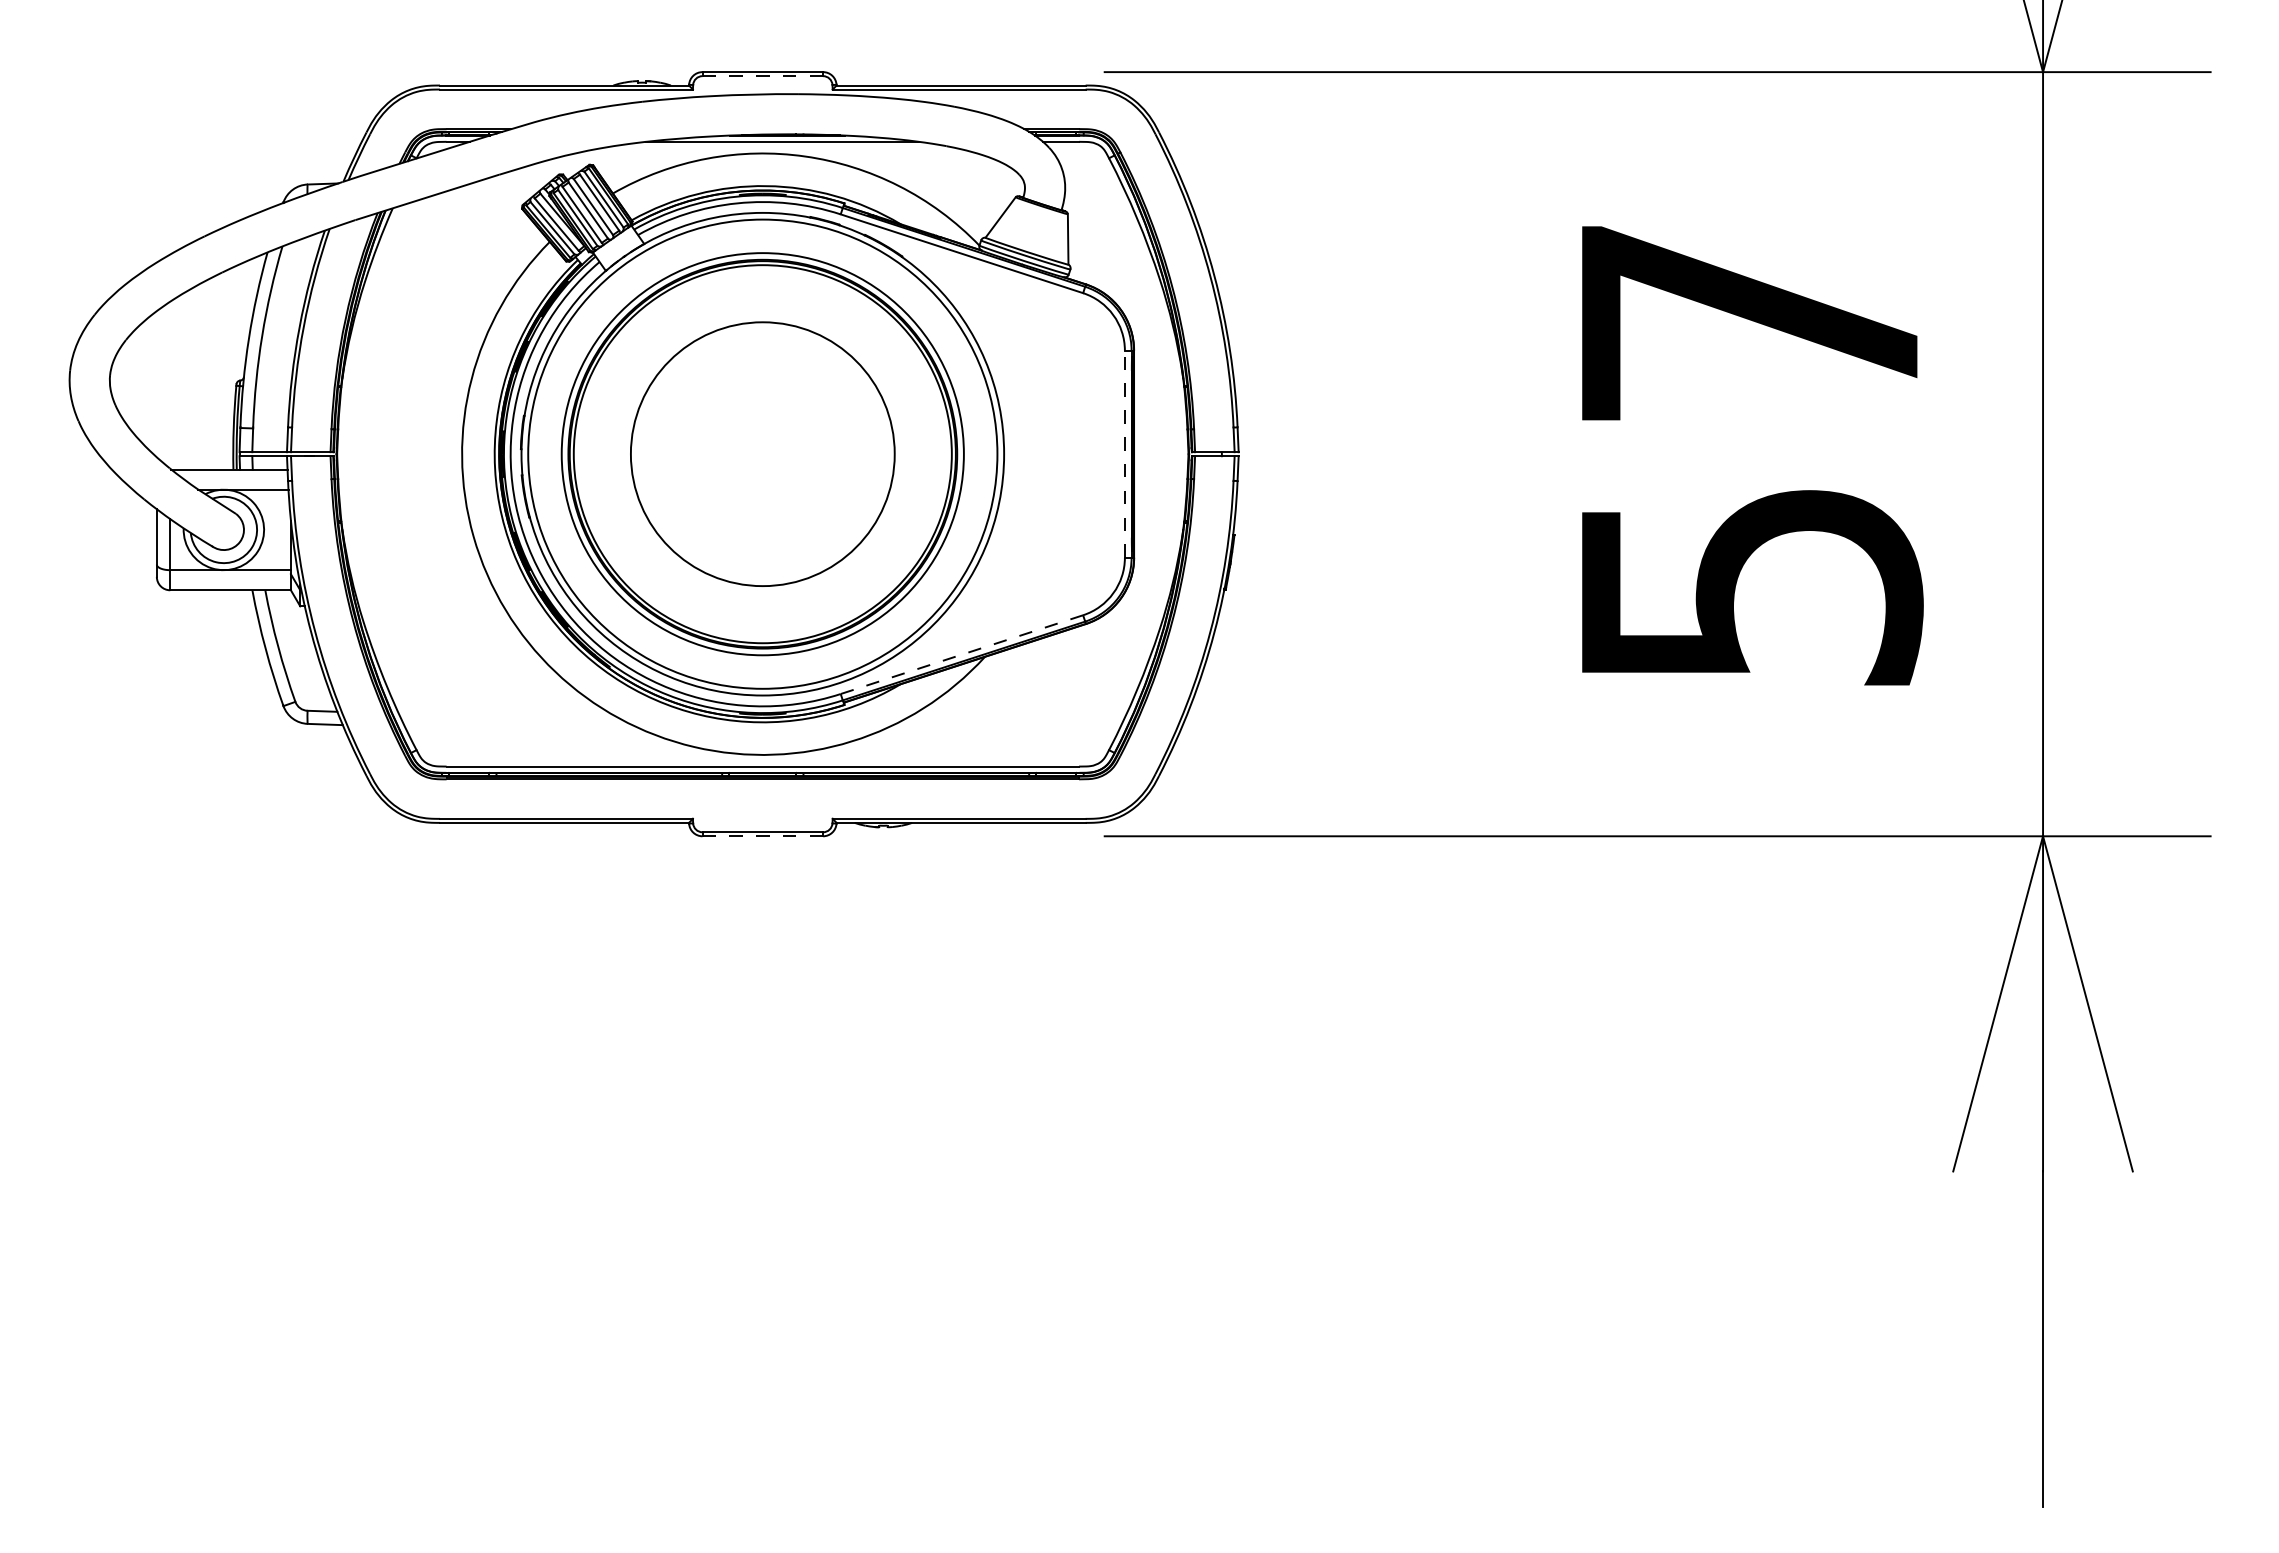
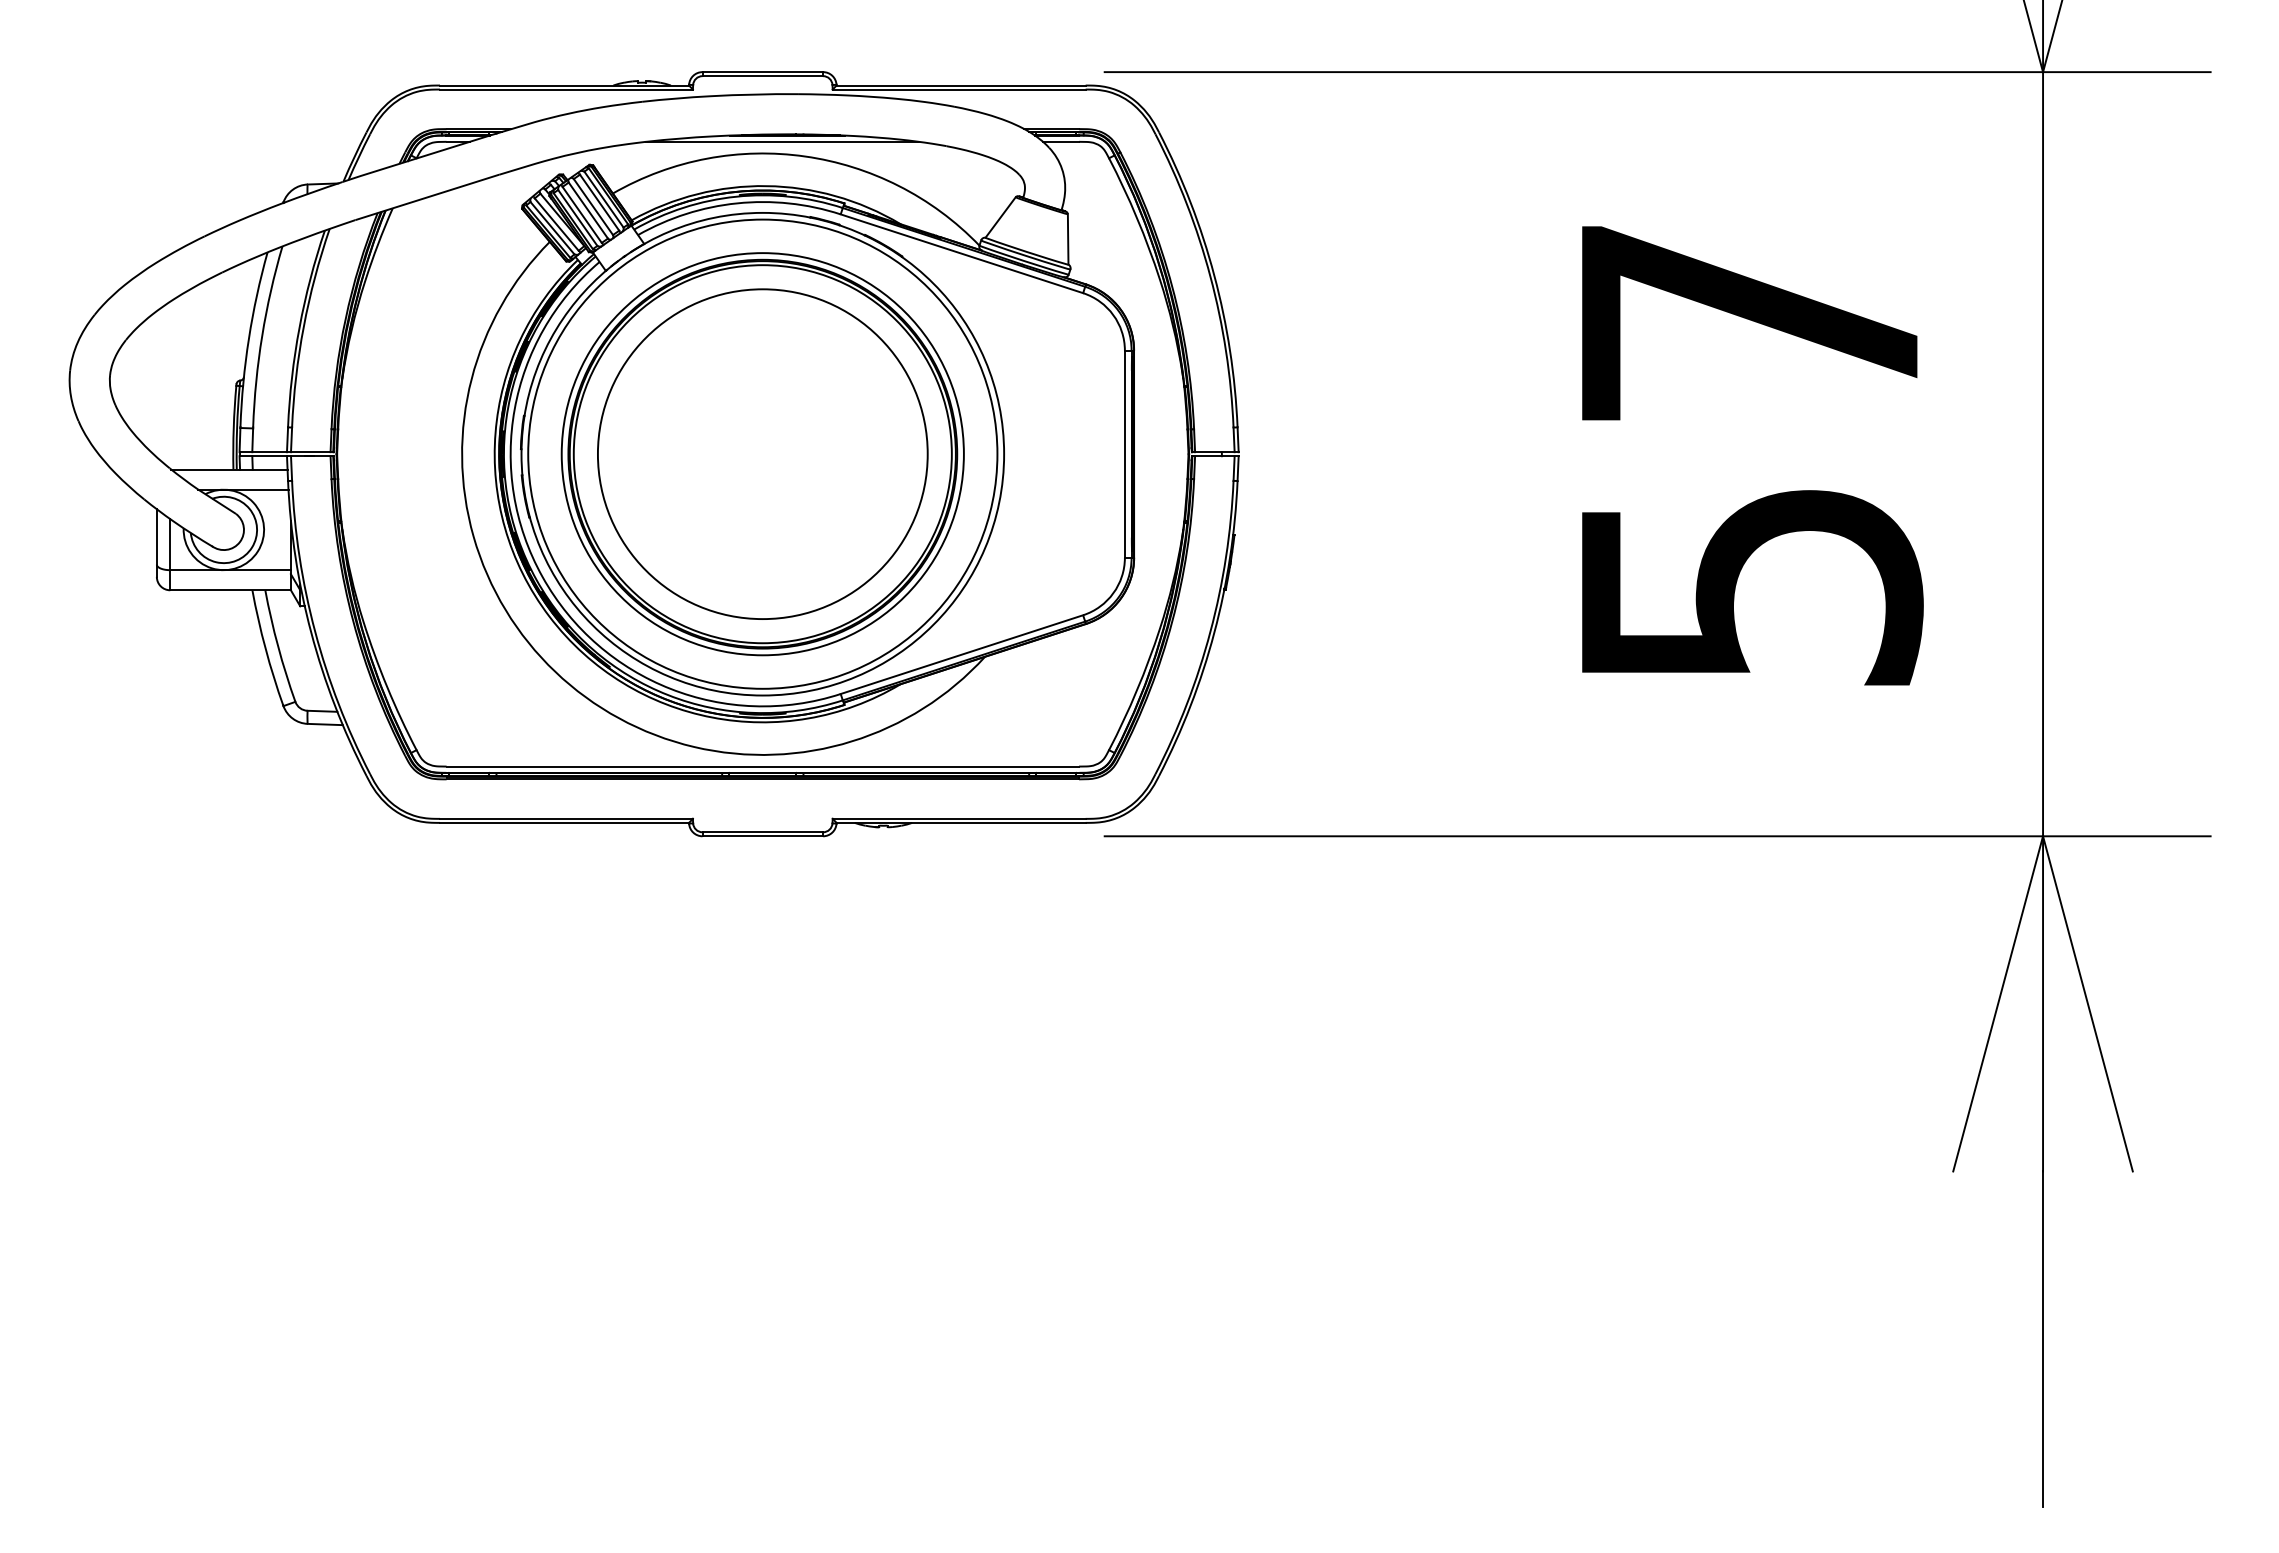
line at (763, 76): dashed -> solid
circle at (762, 454) diameter: 264 px -> 330 px
line at (1124, 454): dashed -> solid
line at (961, 654): dashed -> solid
line at (762, 836): dashed -> solid
